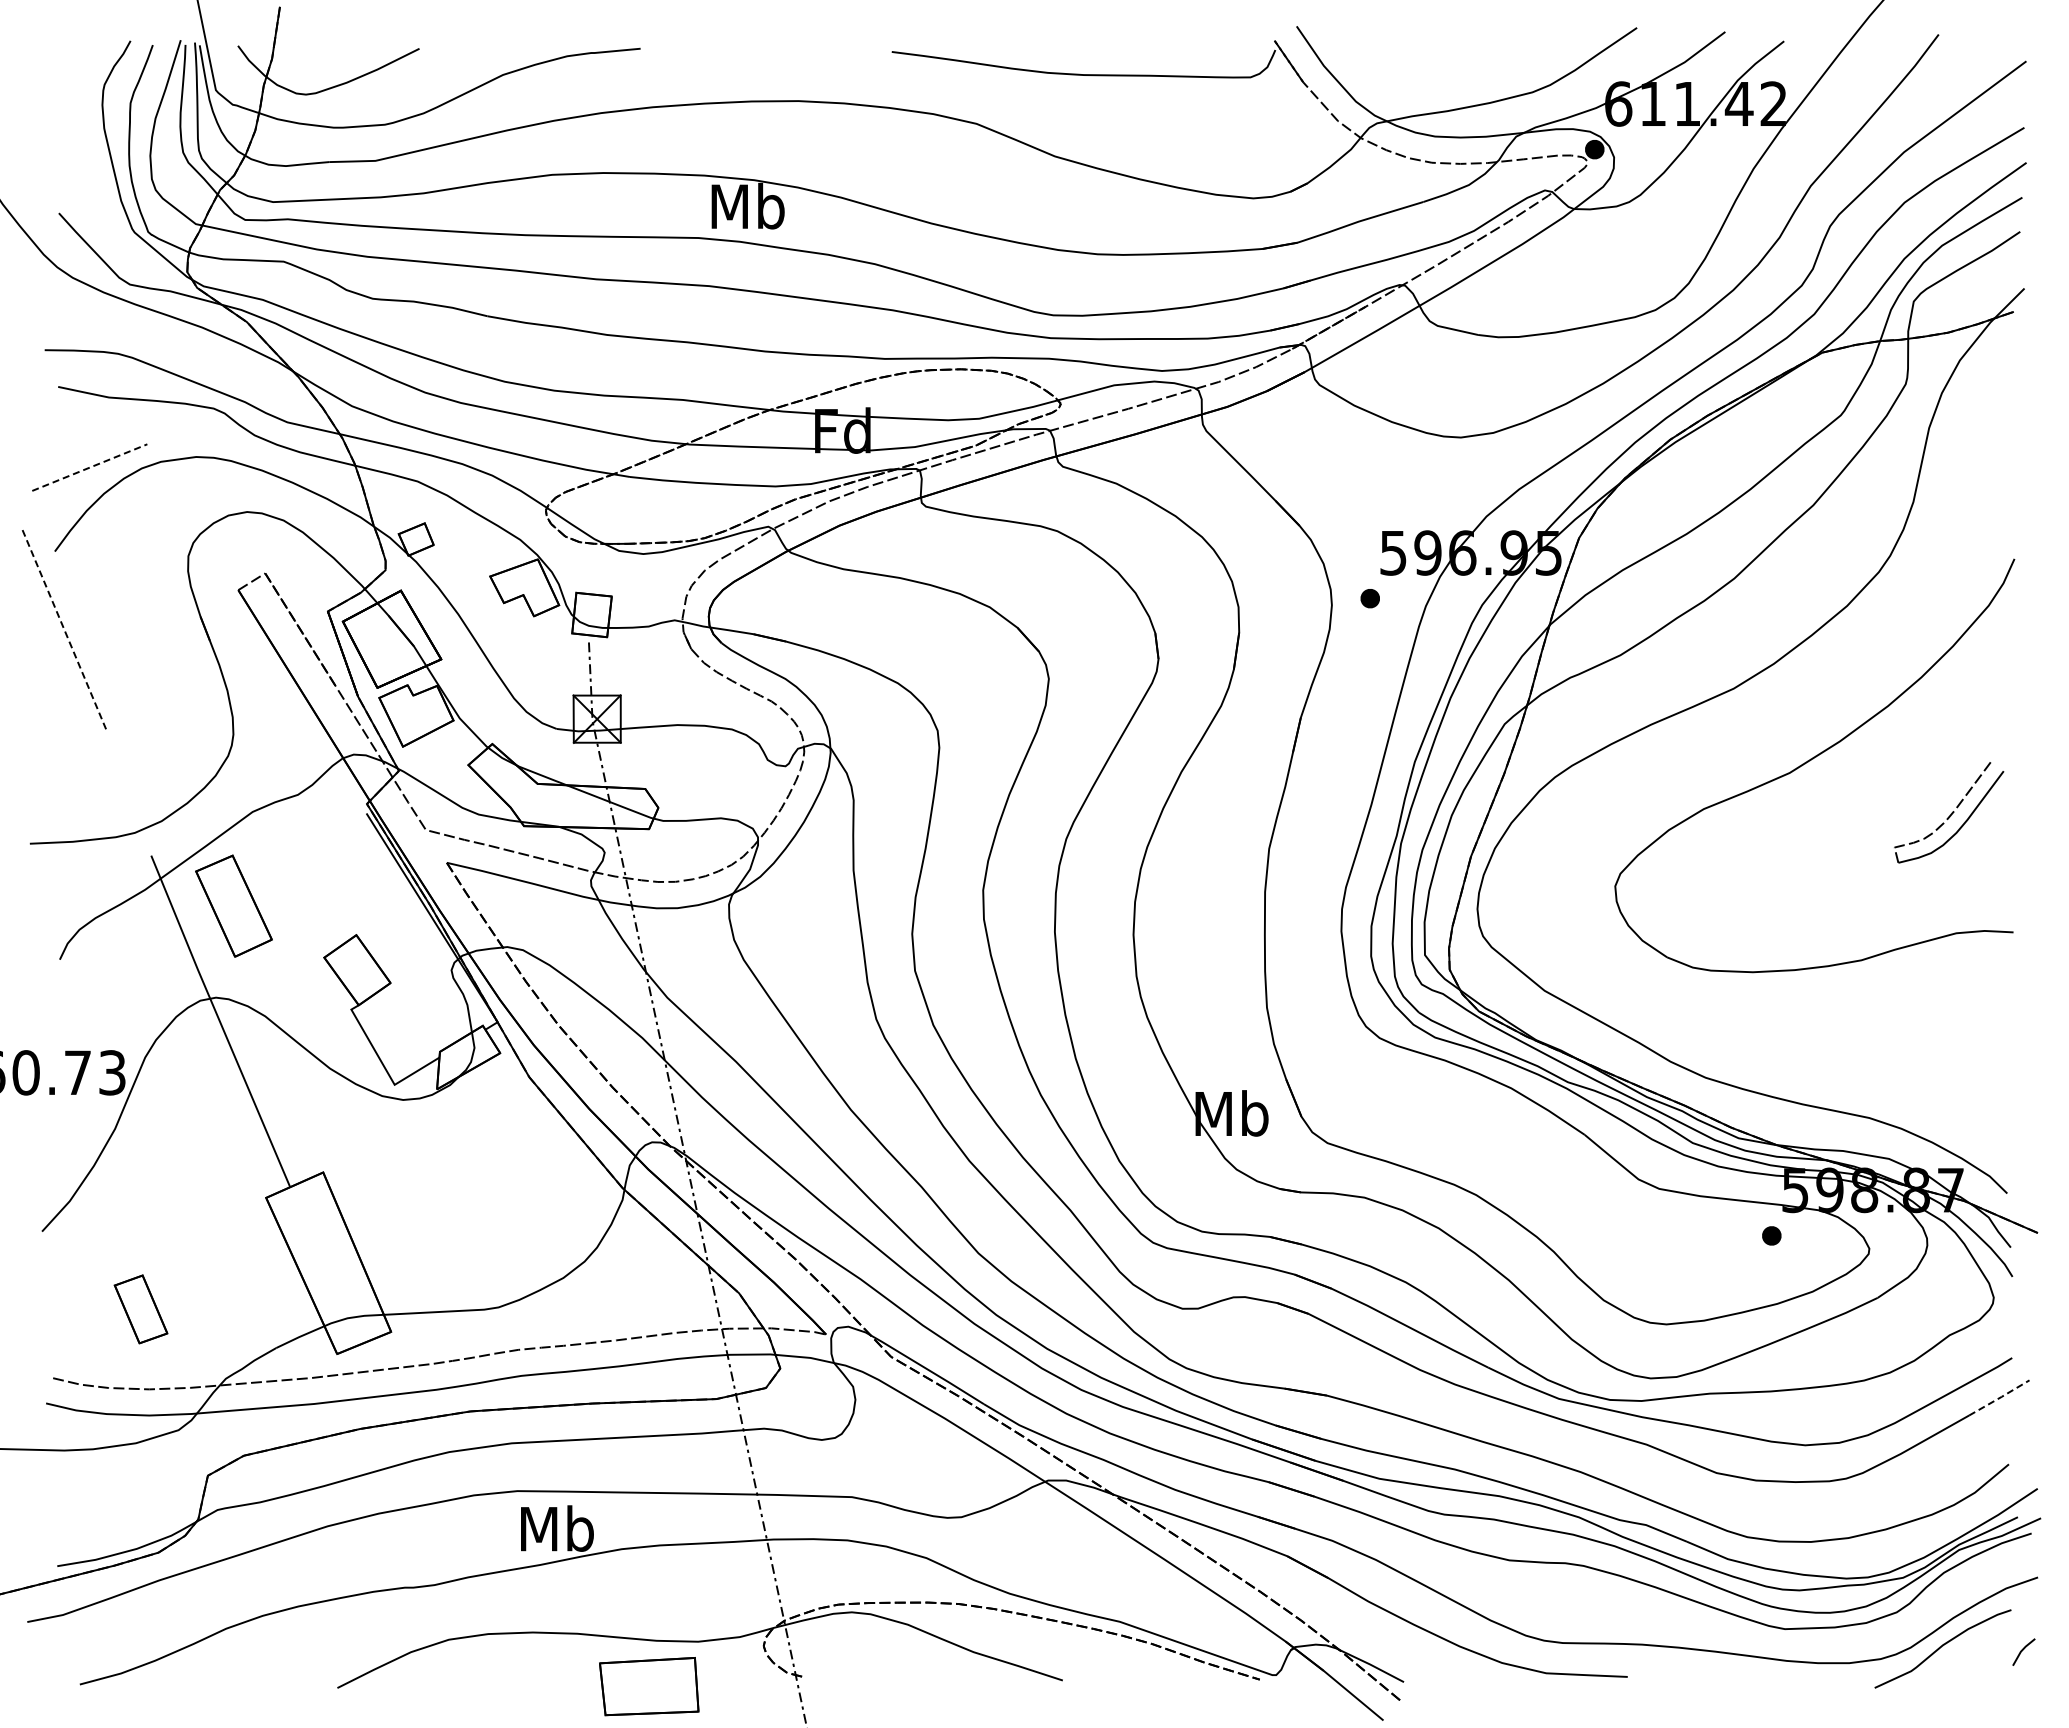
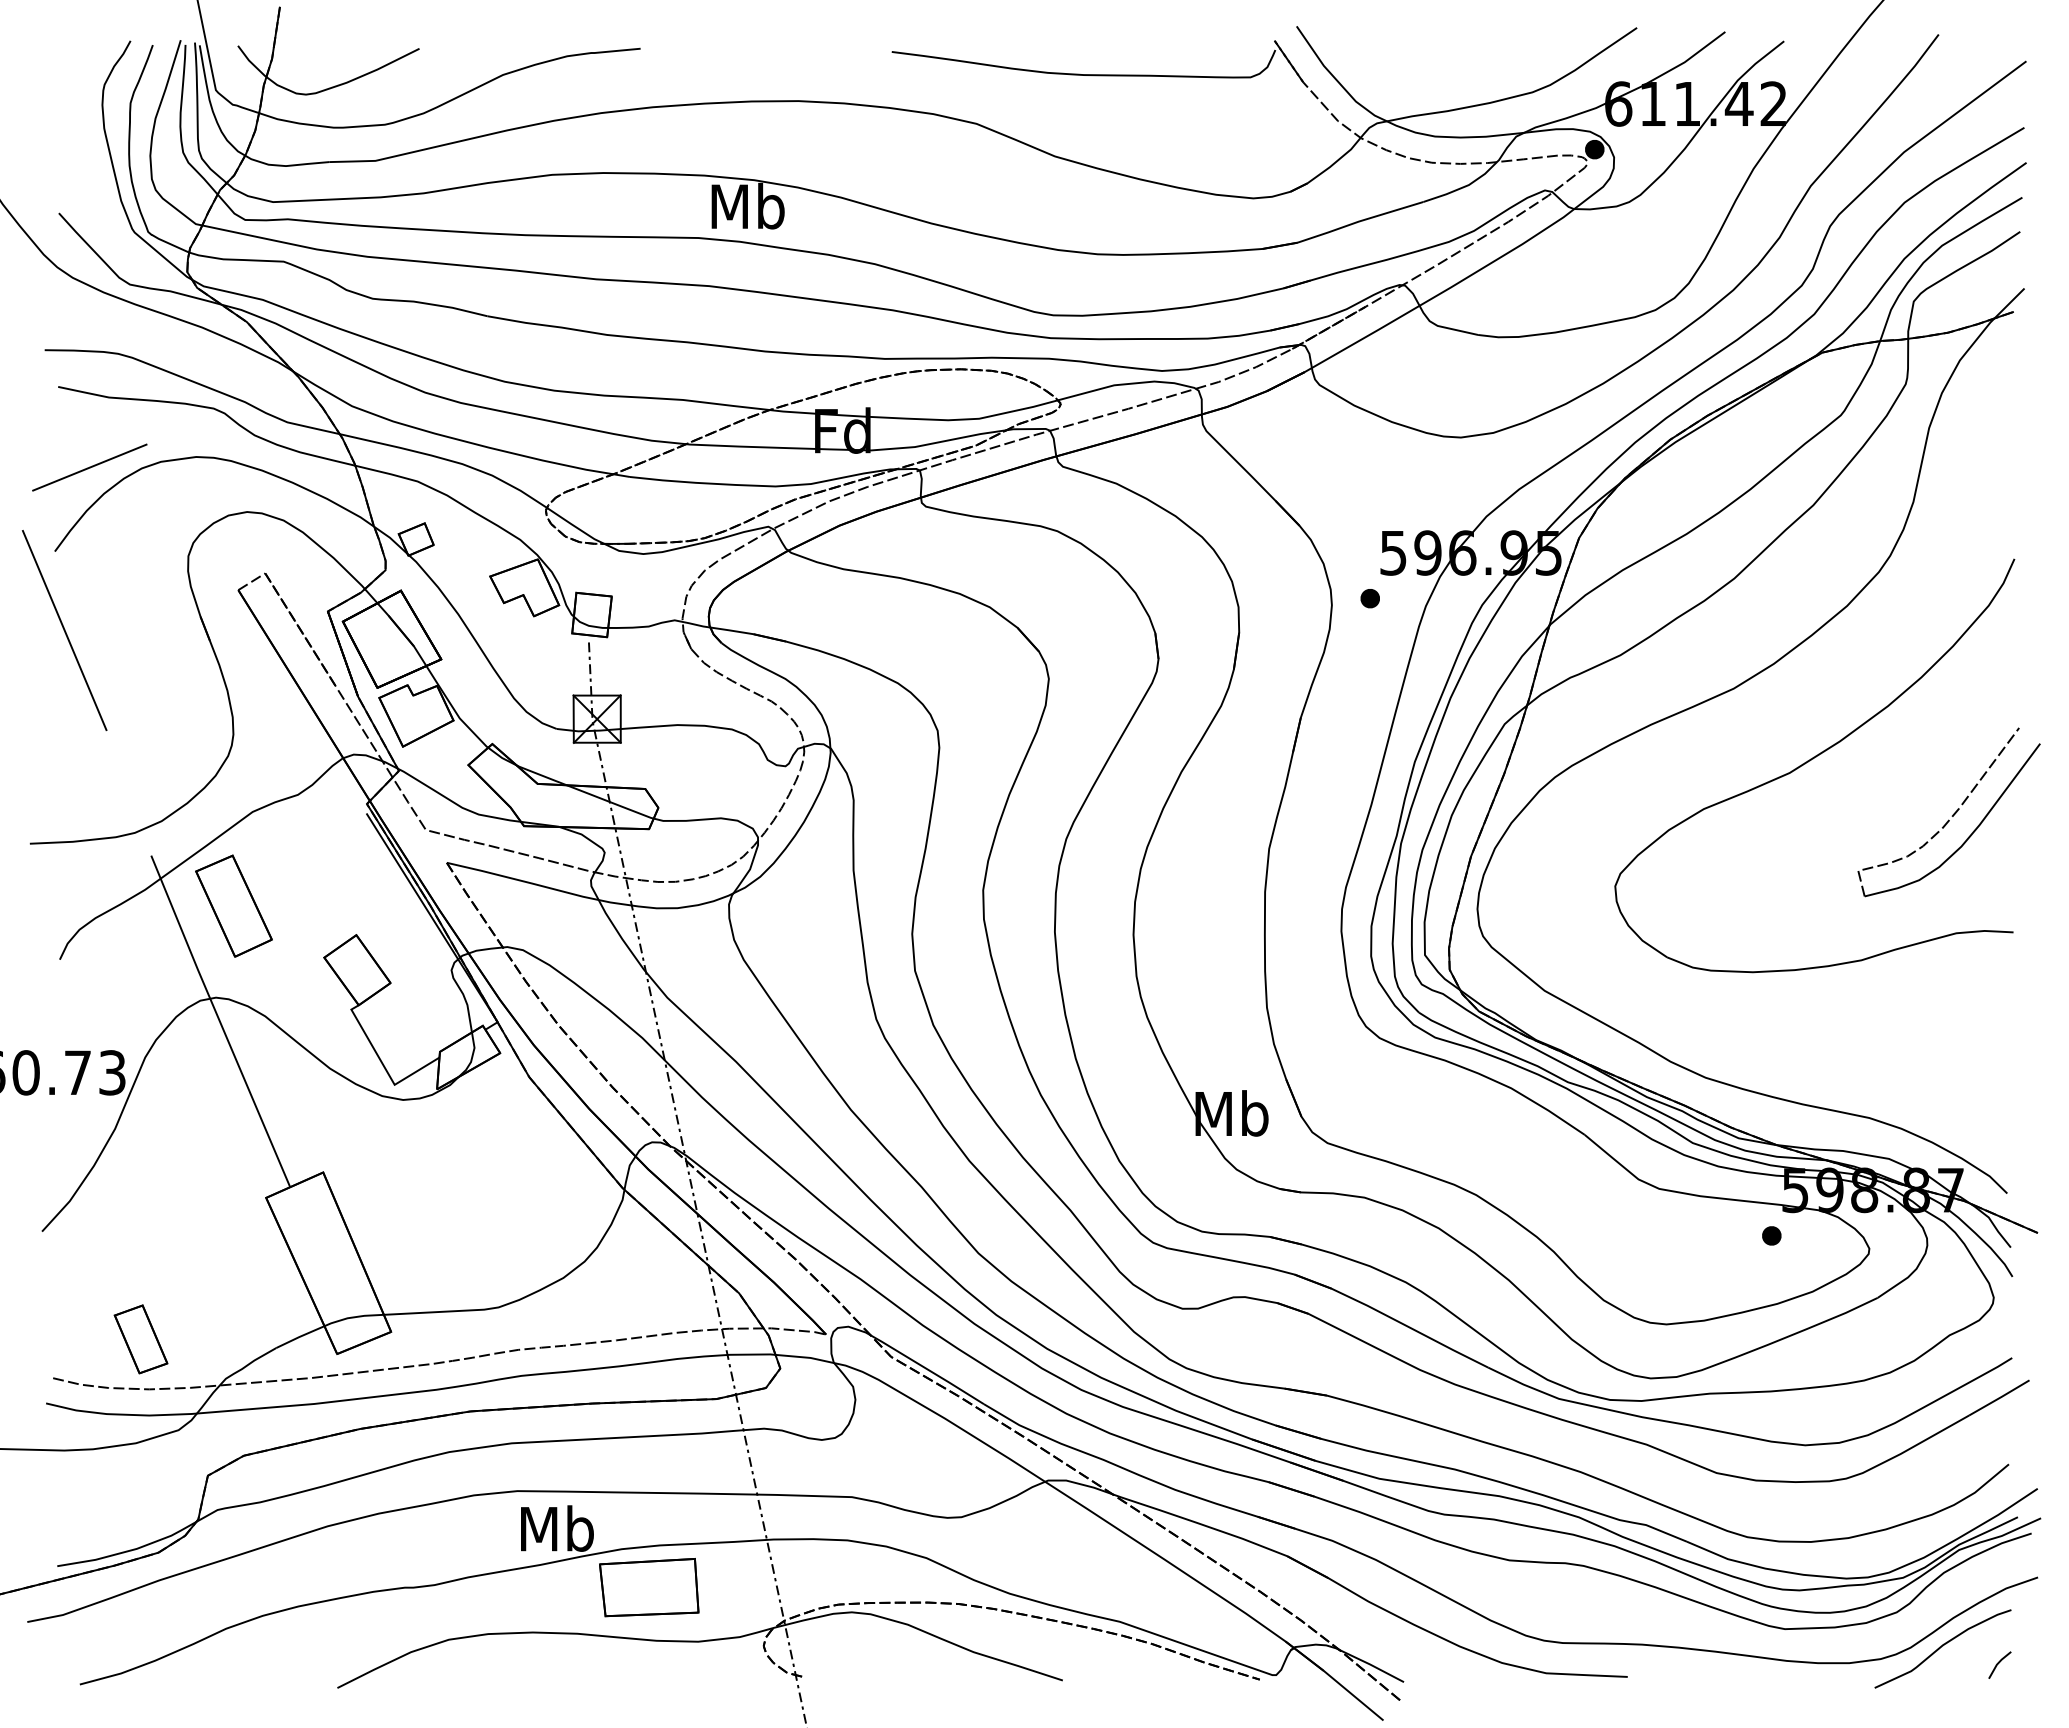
line at (90, 467): dashed -> solid
line at (64, 630): dashed -> solid
part at (1949, 812) size: 111x102 px -> 184x171 px
part at (140, 1309) position: (140, 1309) -> (140, 1339)
line at (2000, 1397): dashed -> solid
line at (2023, 1650) position: (2023, 1650) -> (1999, 1663)
part at (649, 1686) position: (649, 1686) -> (649, 1587)
